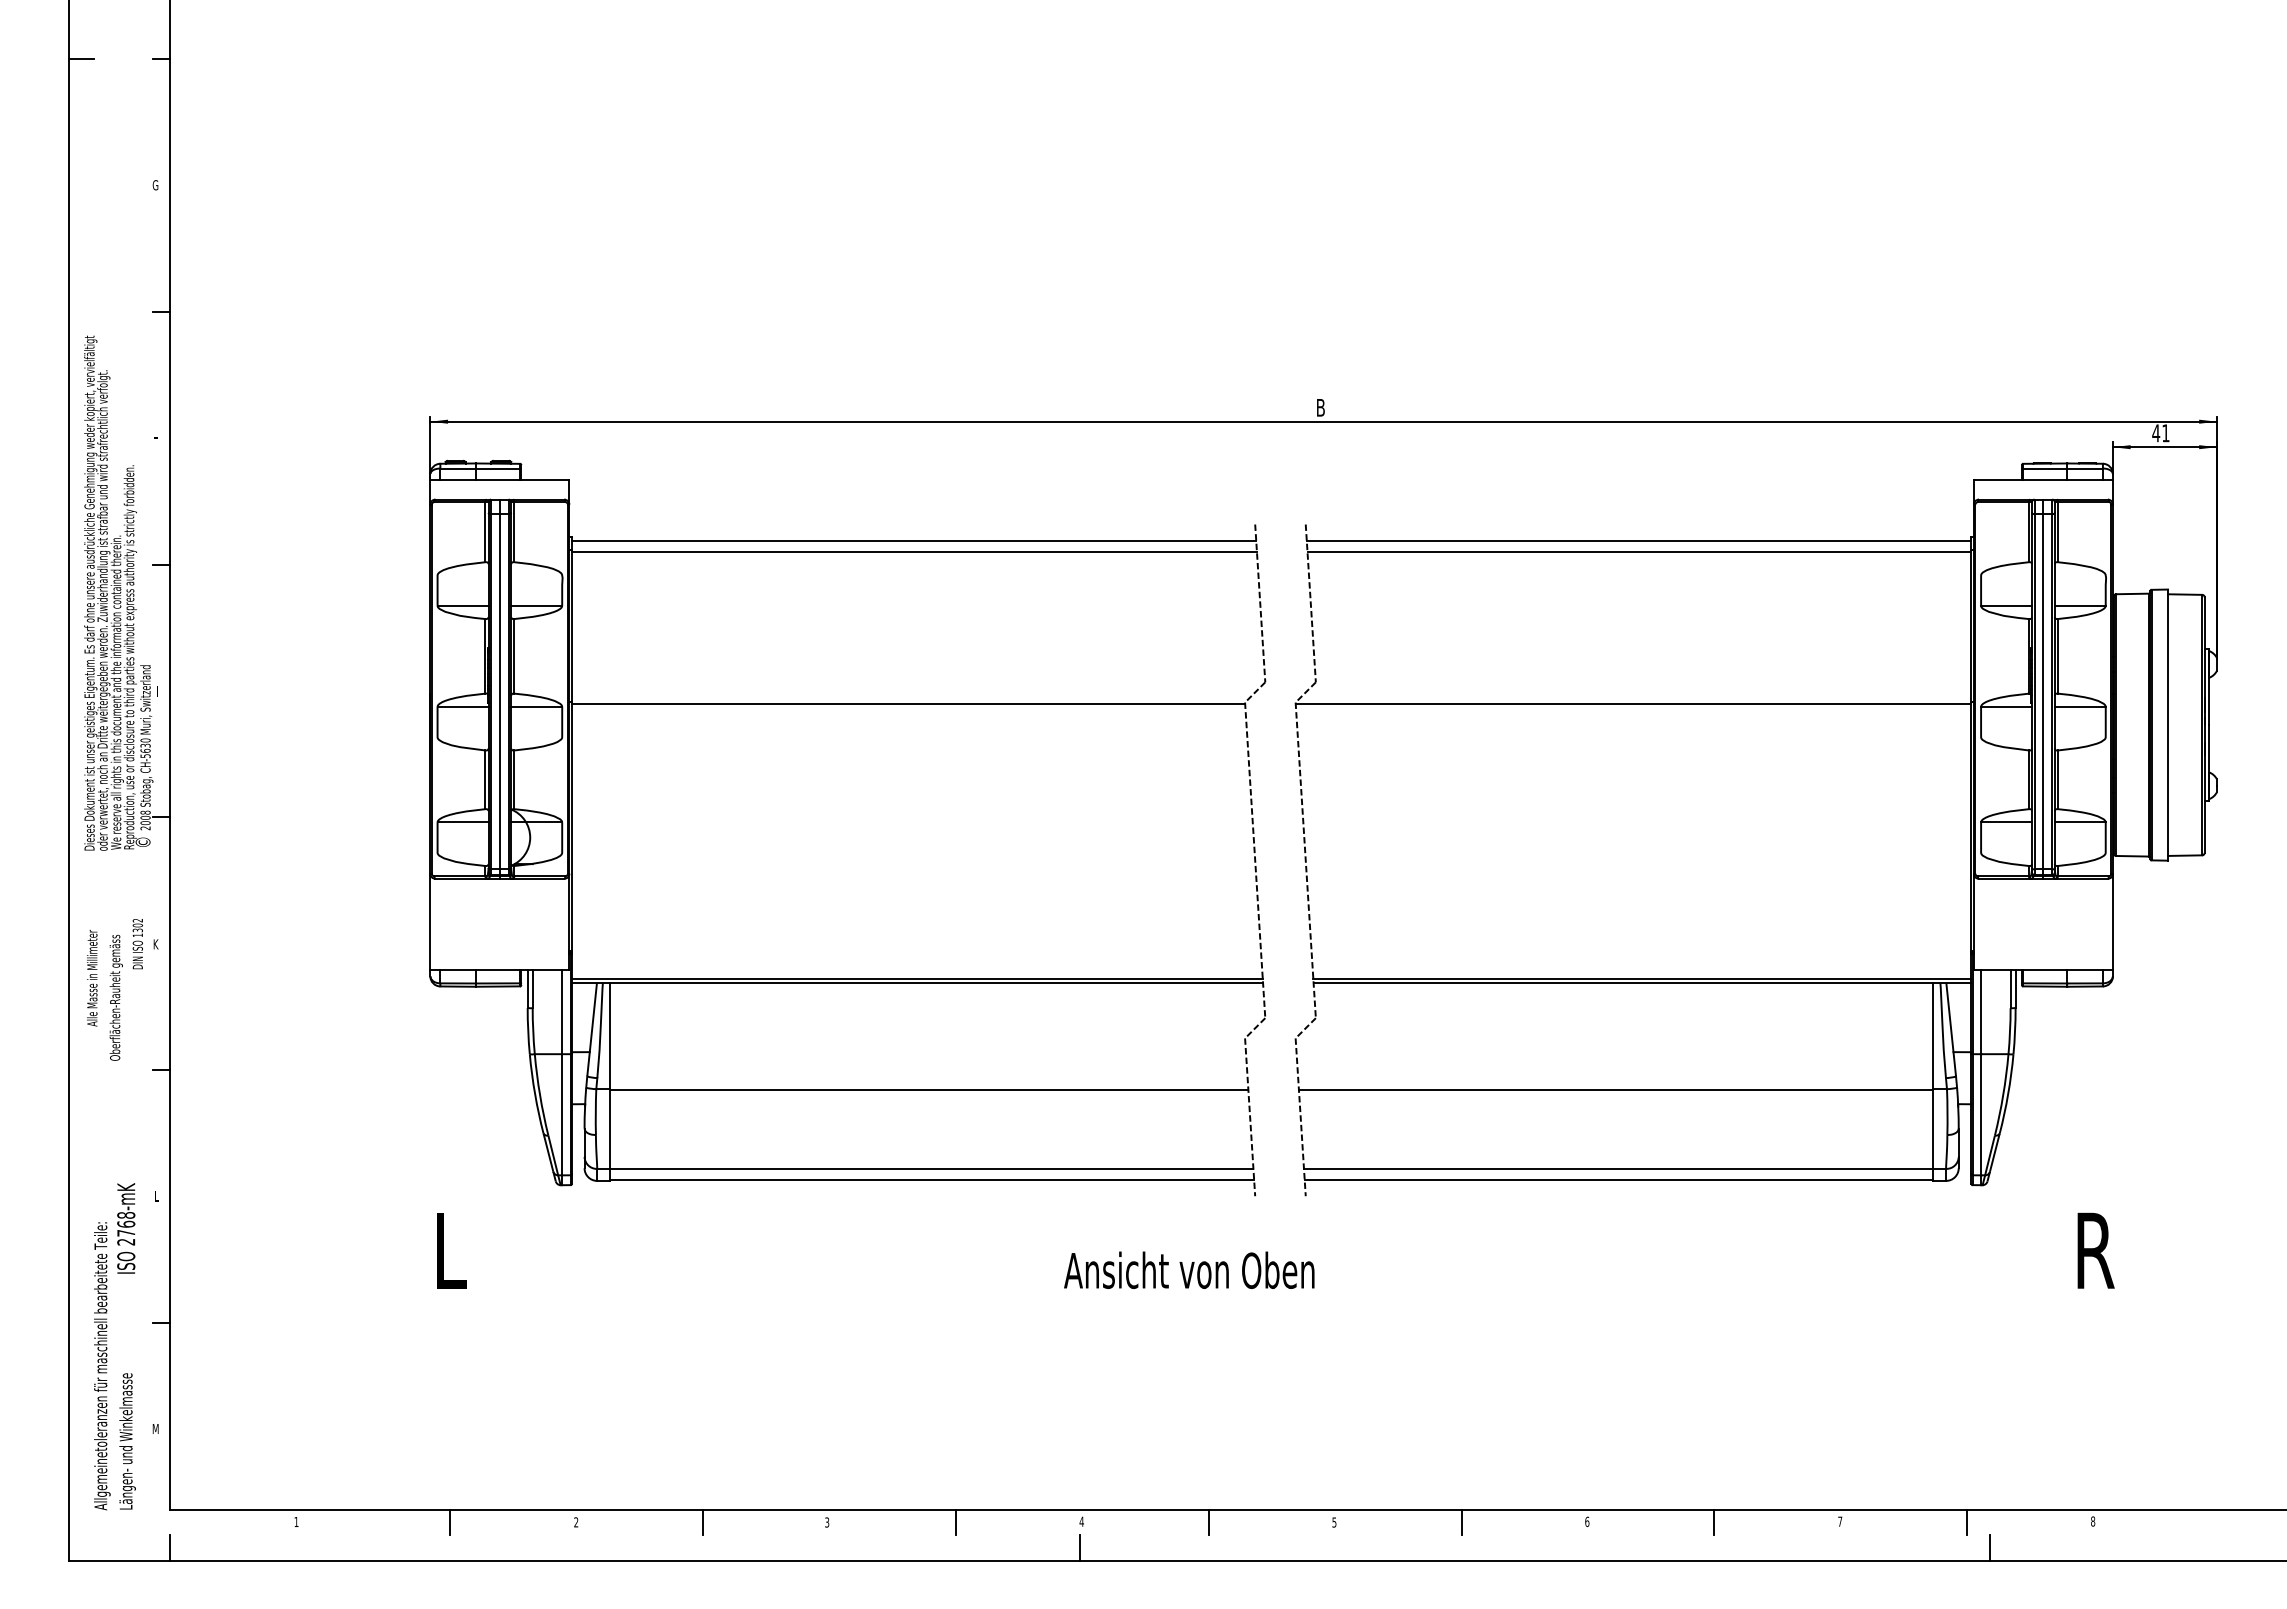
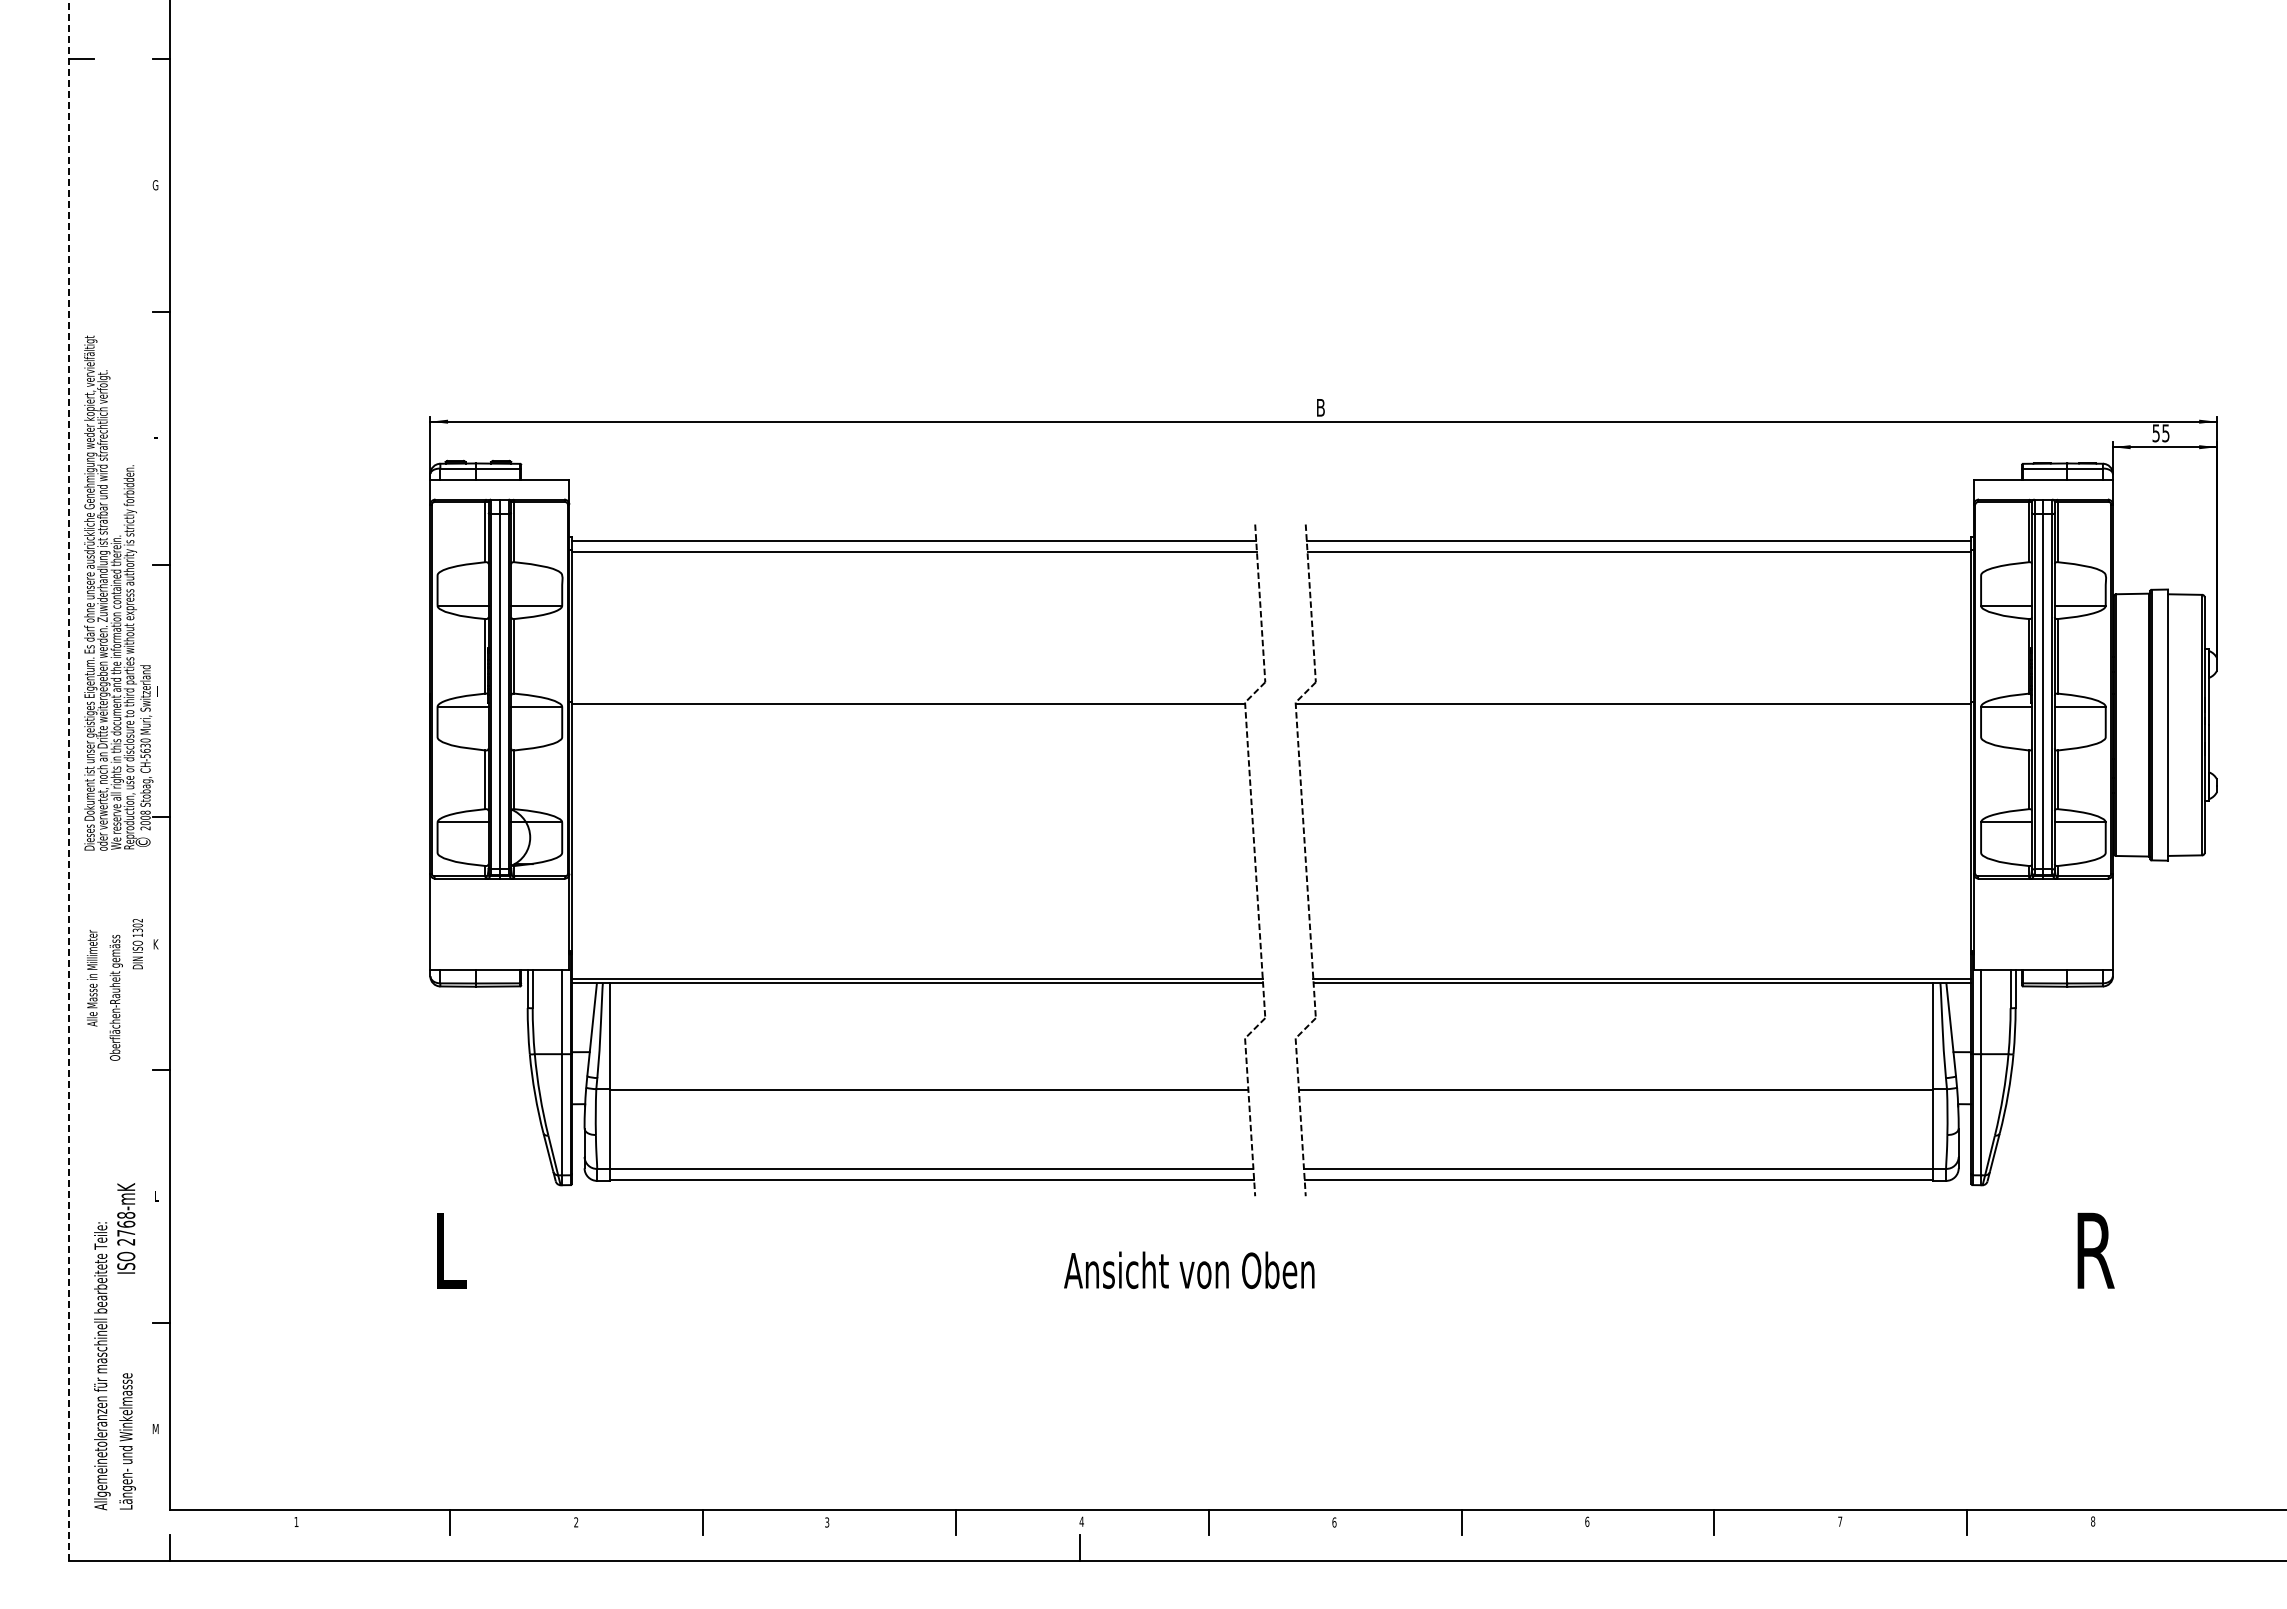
text at (2160, 433): 41 -> 55
line at (68, 779): solid -> dashed
text at (1334, 1522): 5 -> 6
line at (1989, 1547): present -> none
